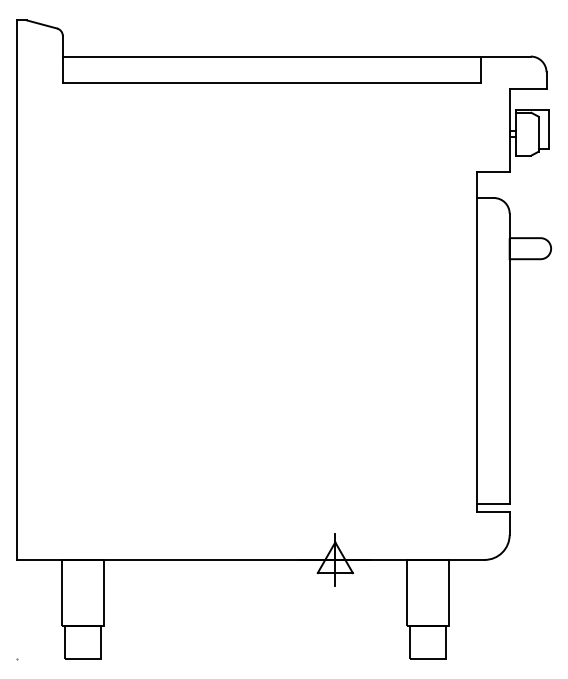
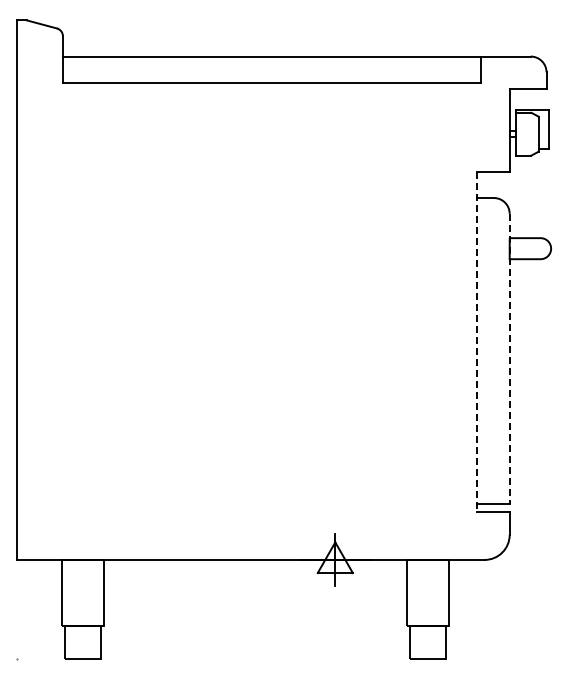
line at (476, 342): solid -> dashed
line at (509, 359): solid -> dashed
